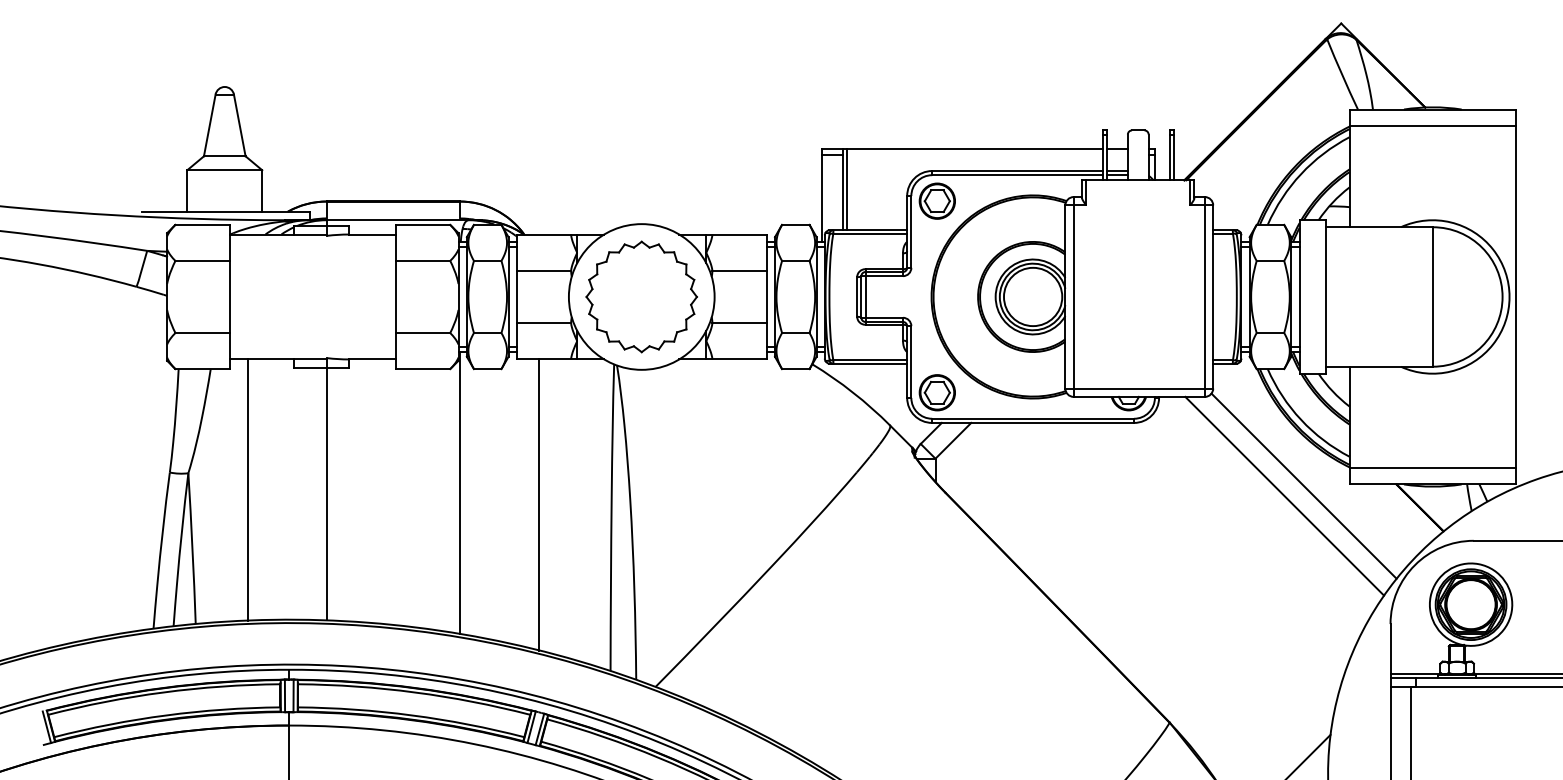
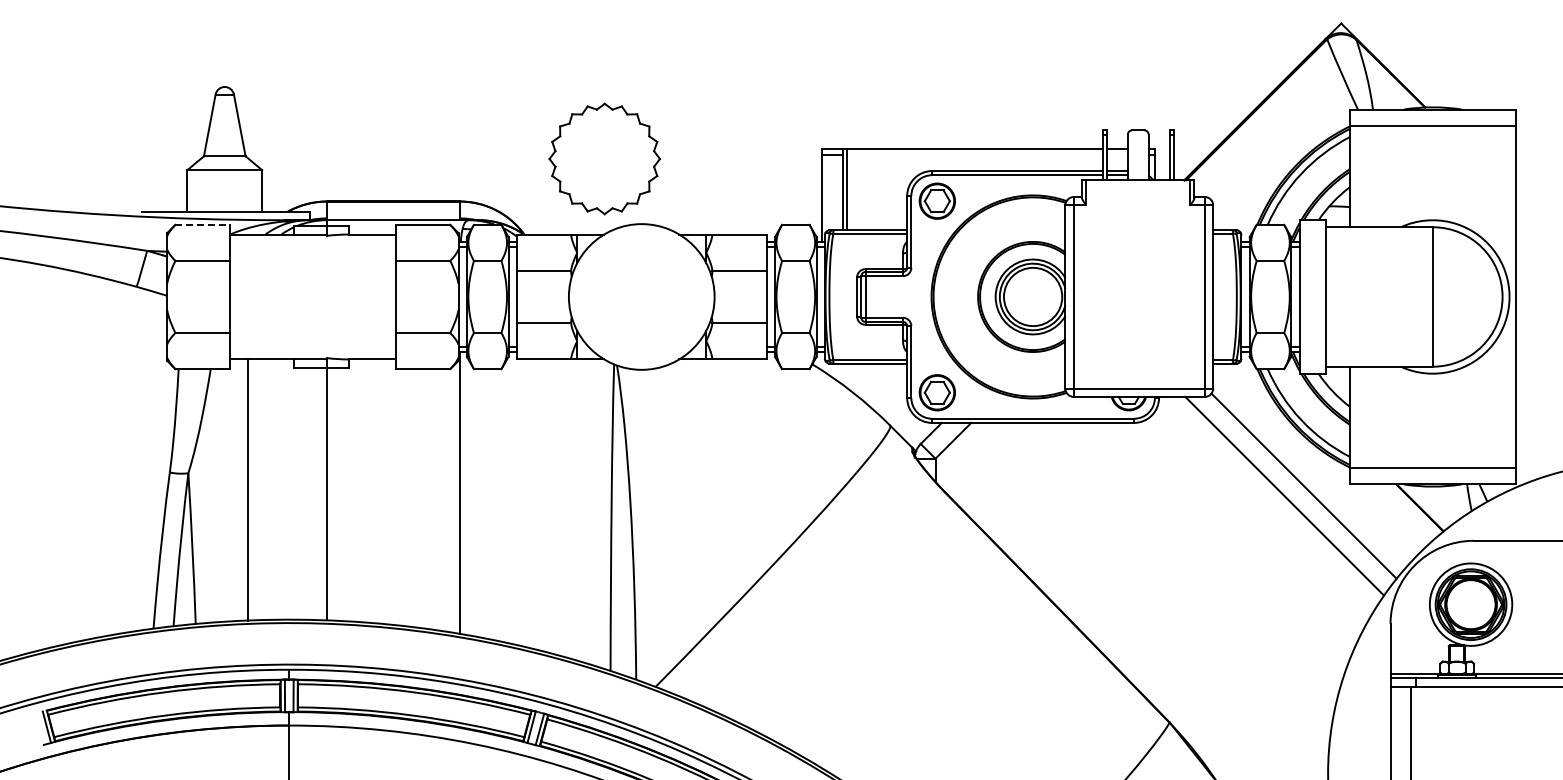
line at (203, 224): solid -> dashed
part at (641, 296) position: (641, 296) -> (604, 158)
line at (539, 504): present -> none
line at (1309, 755): present -> none
